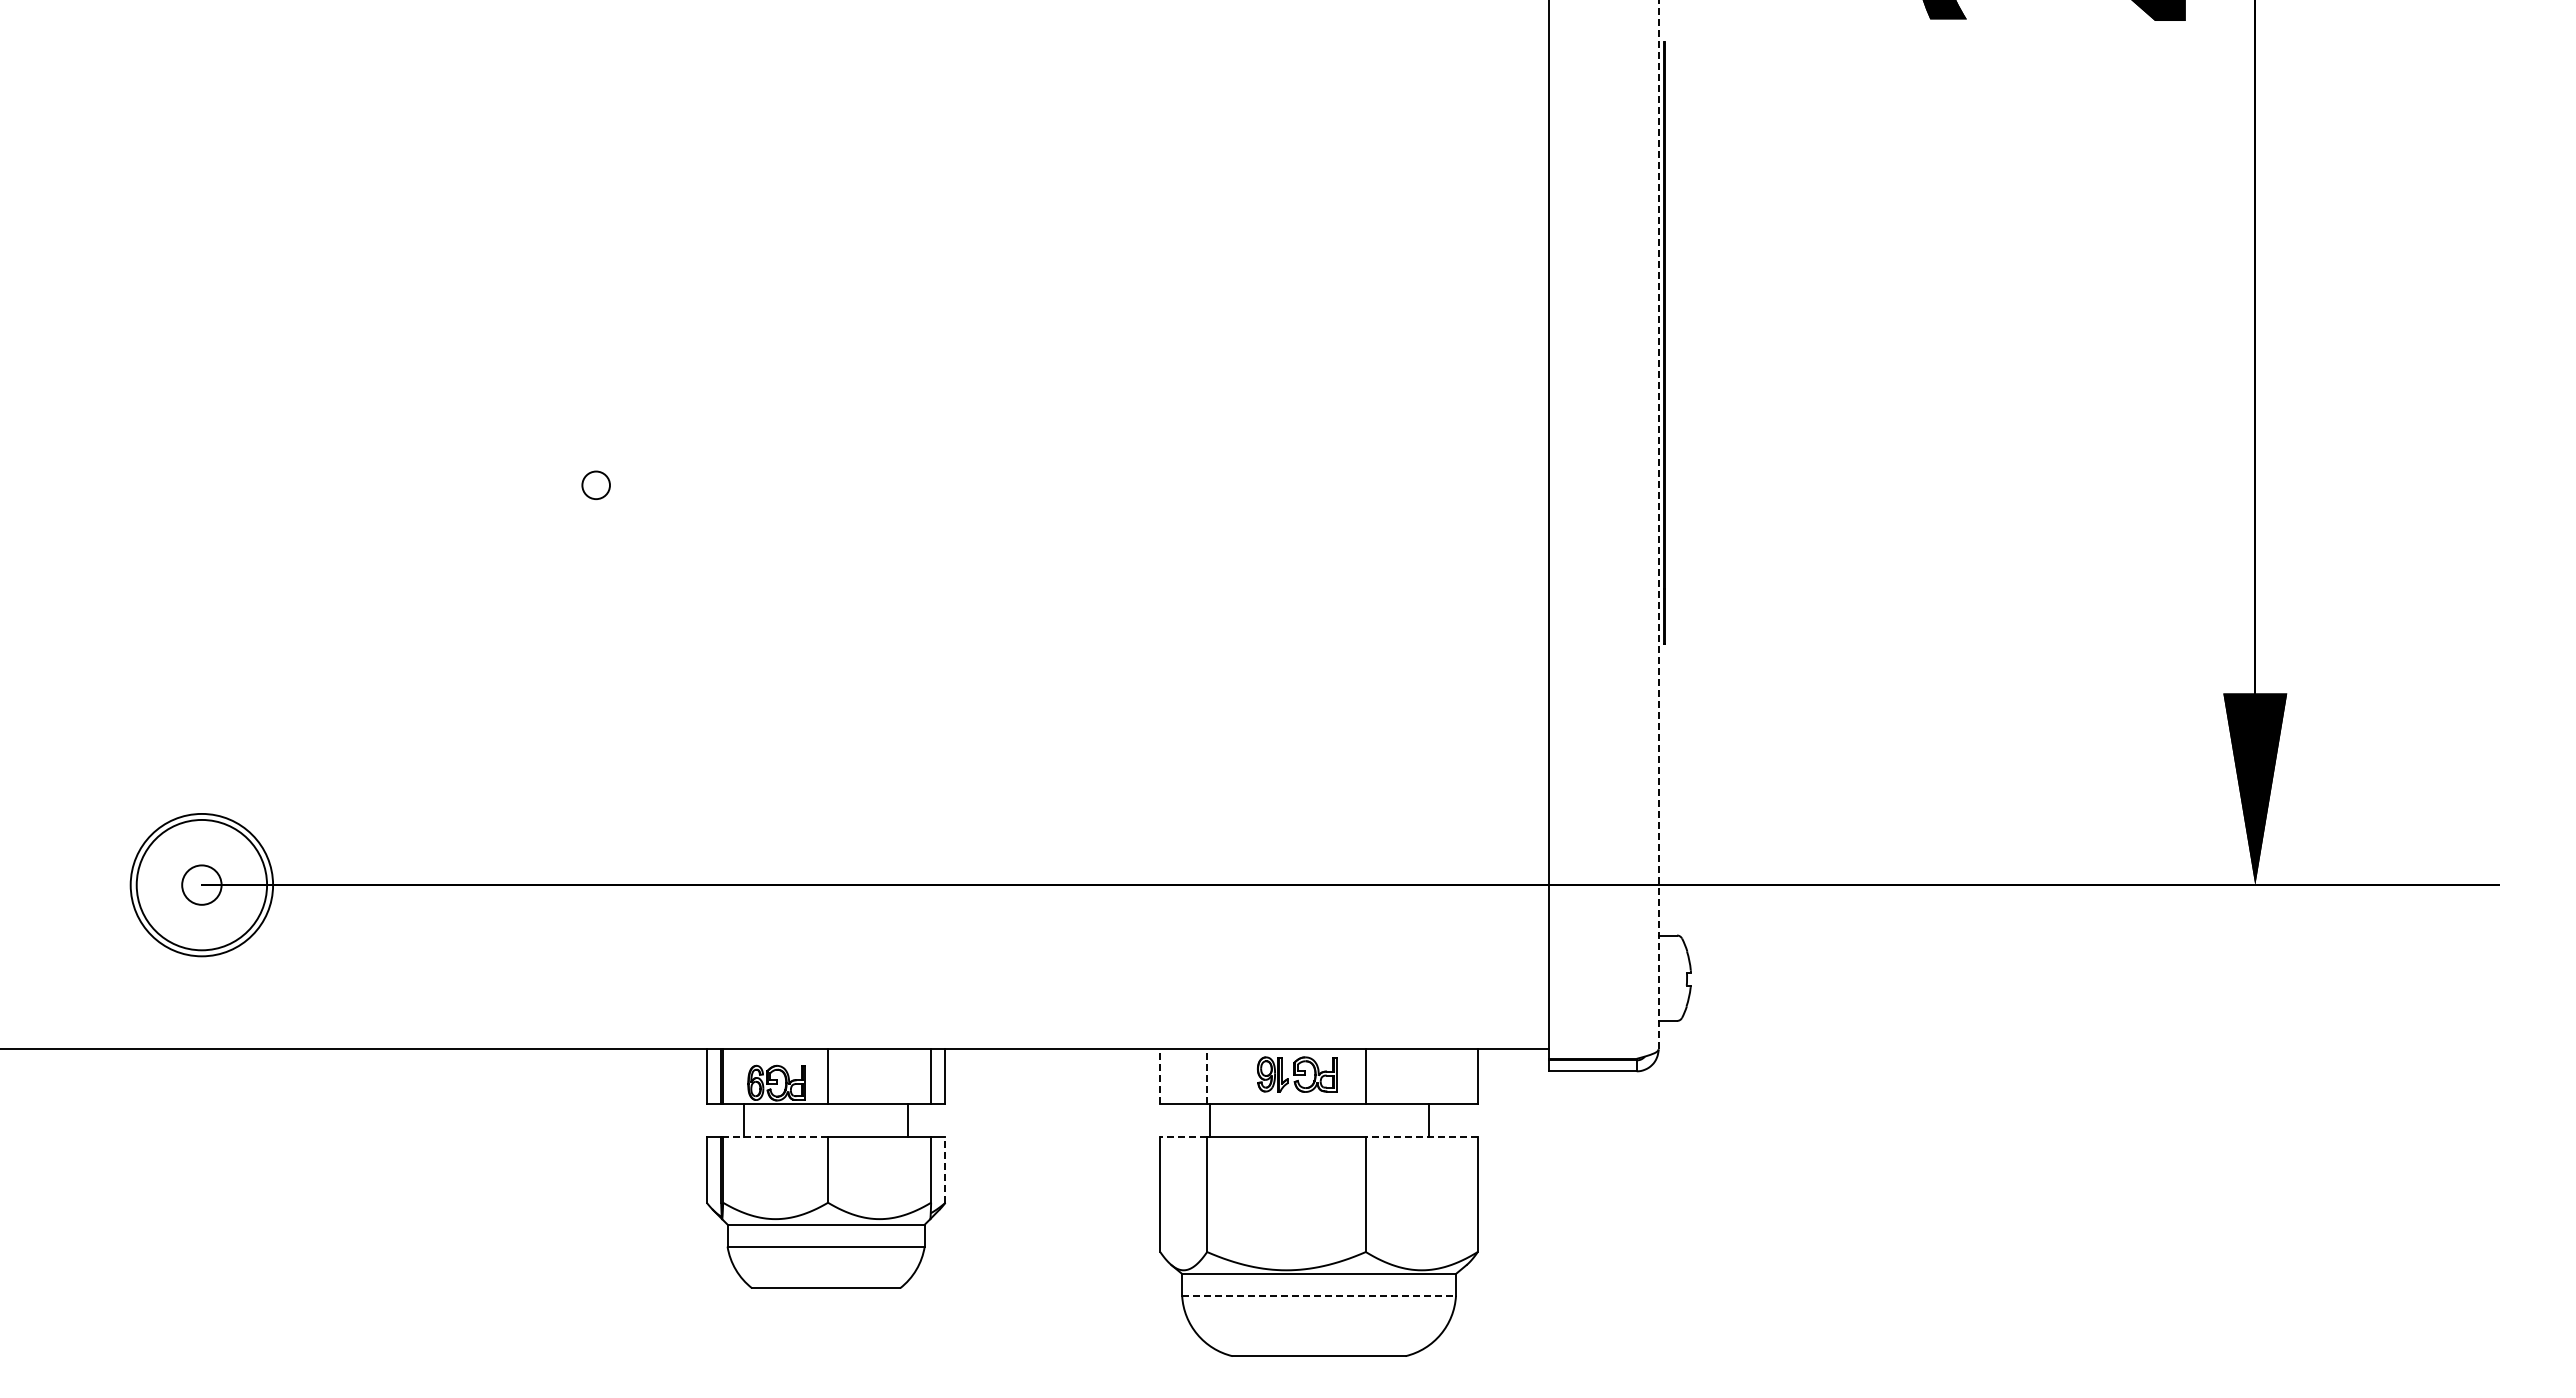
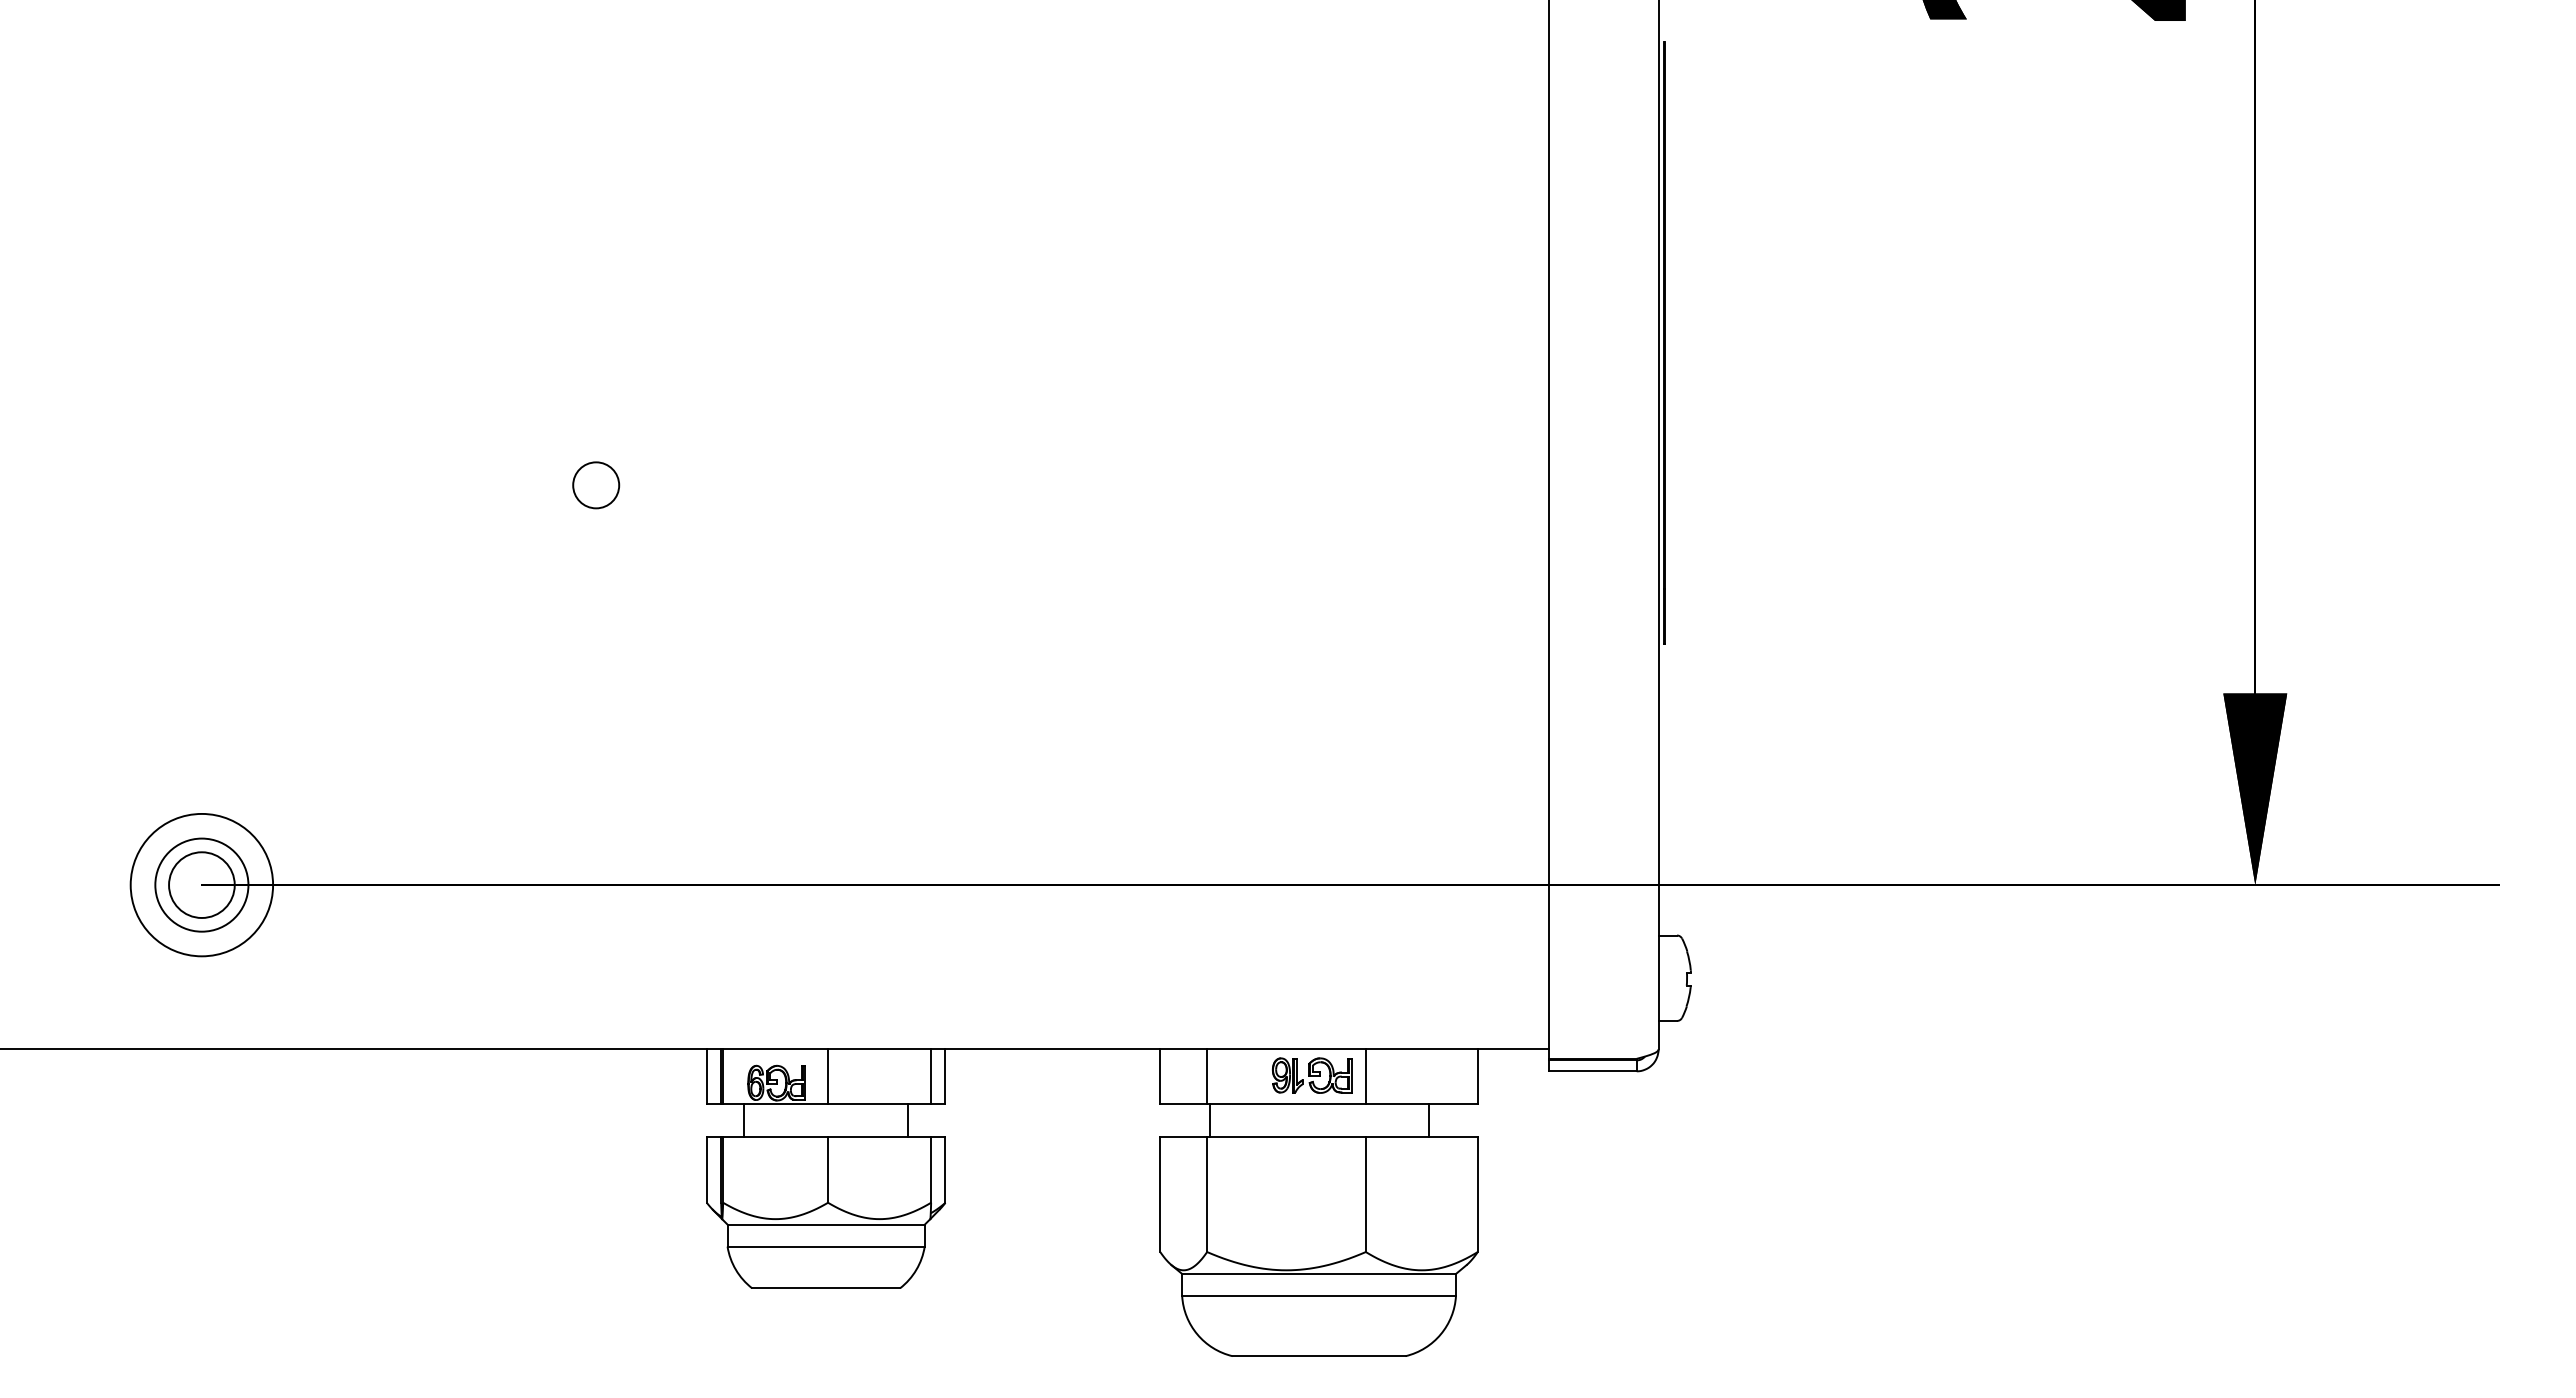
circle at (596, 485) diameter: 28 px -> 46 px
line at (1658, 524): dashed -> solid
circle at (201, 884) diameter: 130 px -> 93 px
circle at (201, 884) diameter: 39 px -> 66 px
part at (1297, 1074) position: (1297, 1074) -> (1312, 1075)
line at (1160, 1076): dashed -> solid
line at (1207, 1076): dashed -> solid
line at (775, 1137): dashed -> solid
line at (1183, 1137): dashed -> solid
line at (1421, 1137): dashed -> solid
line at (945, 1169): dashed -> solid
line at (1319, 1295): dashed -> solid
